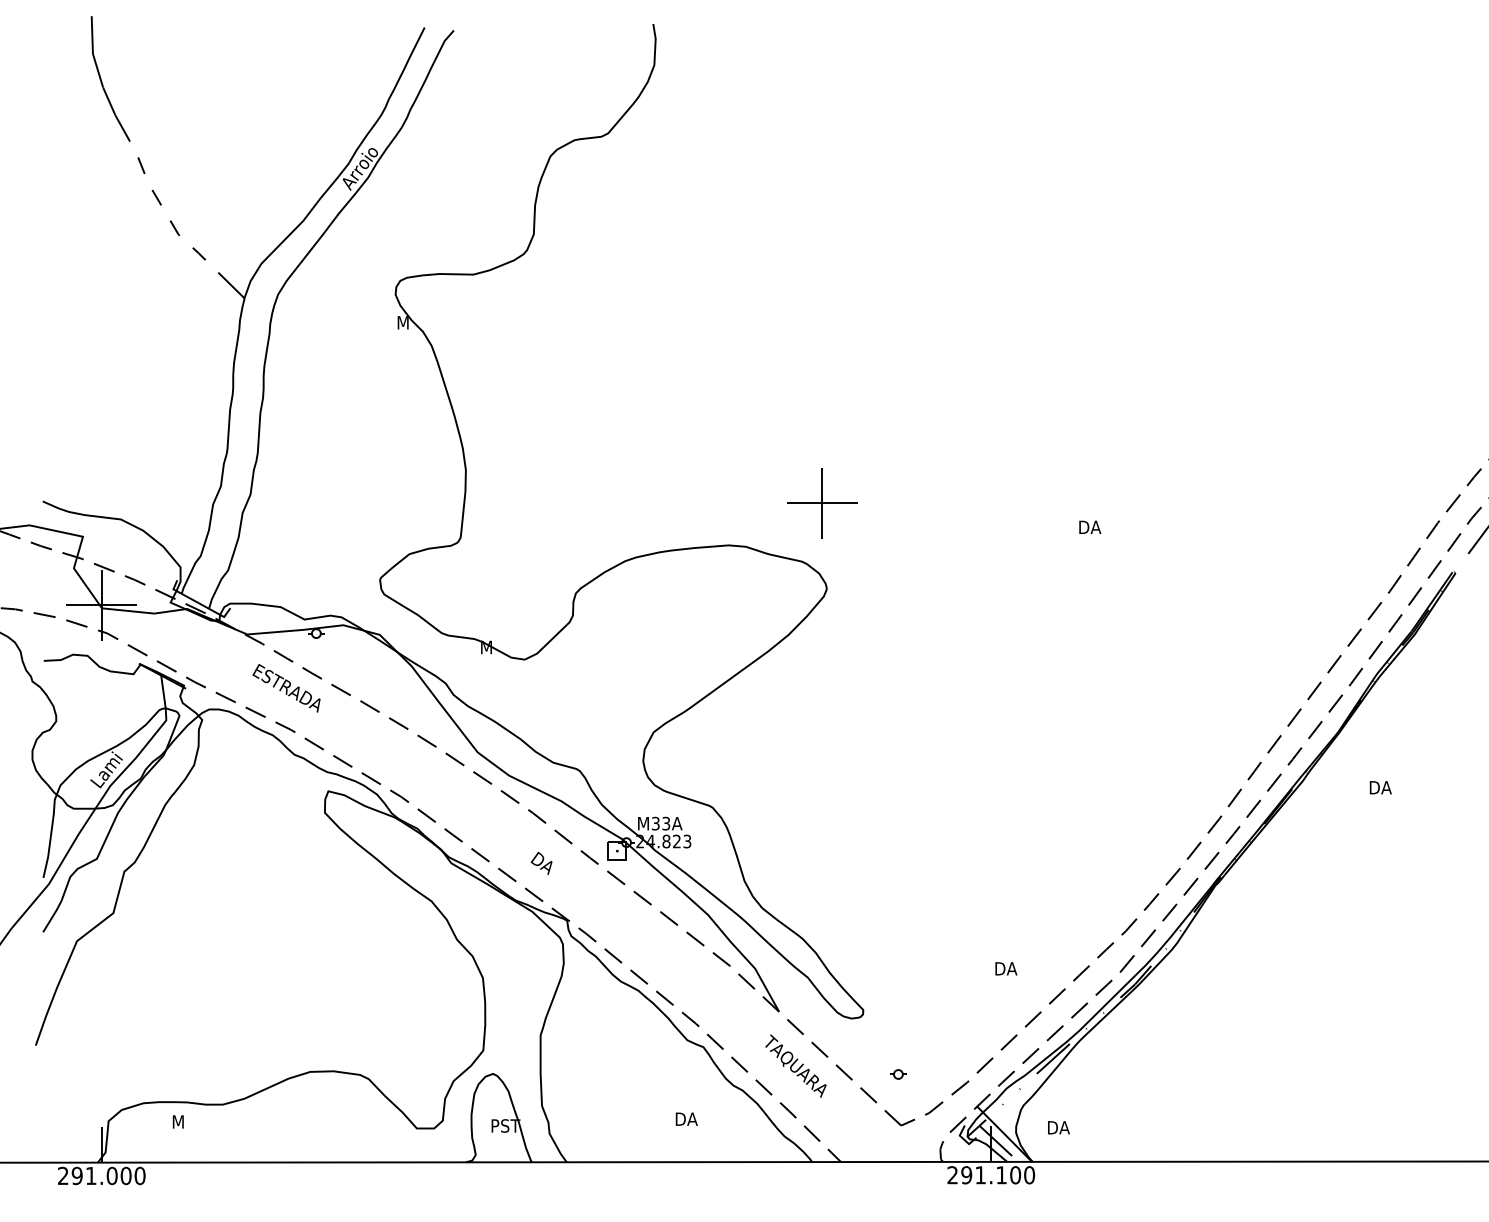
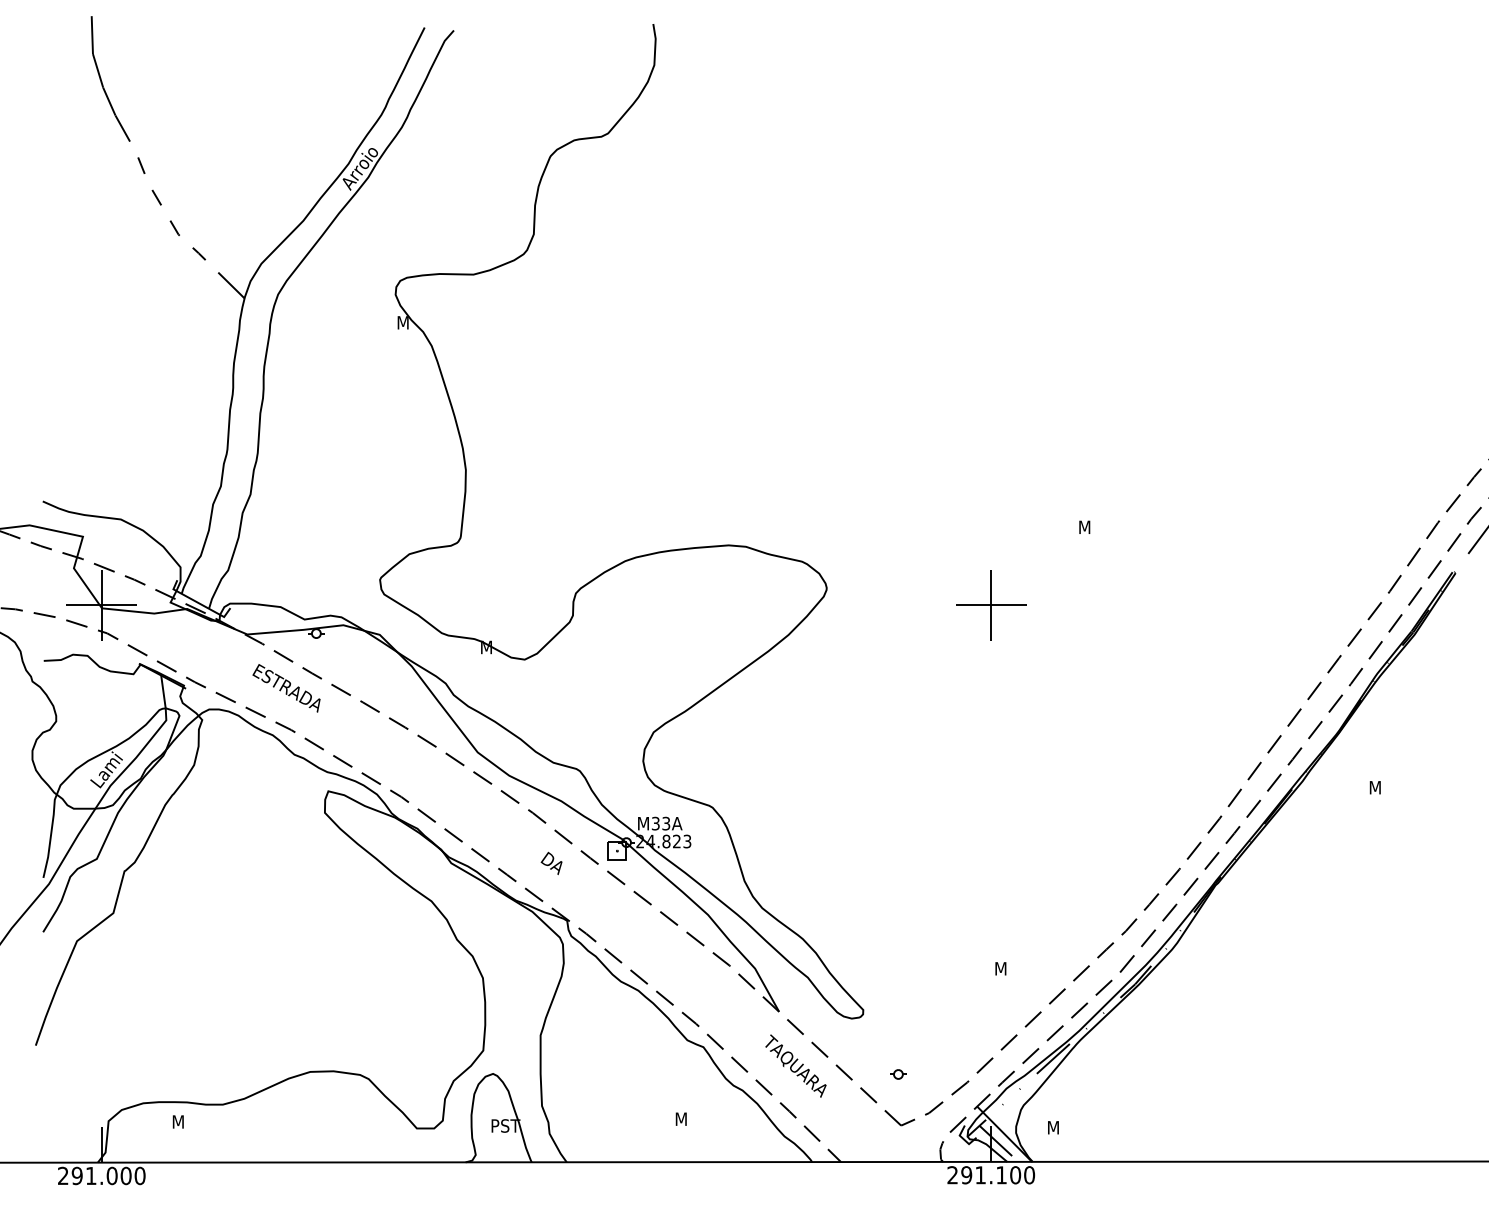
part at (822, 503) position: (822, 503) -> (991, 605)
text at (1090, 526): DA -> M
text at (1381, 787): DA -> M
text at (541, 863) position: (541, 863) -> (551, 863)
text at (1007, 968): DA -> M
text at (687, 1118): DA -> M
text at (1059, 1127): DA -> M
